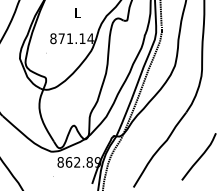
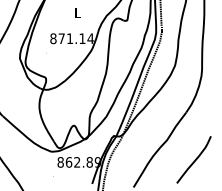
curve at (199, 156) position: (199, 156) -> (194, 159)
